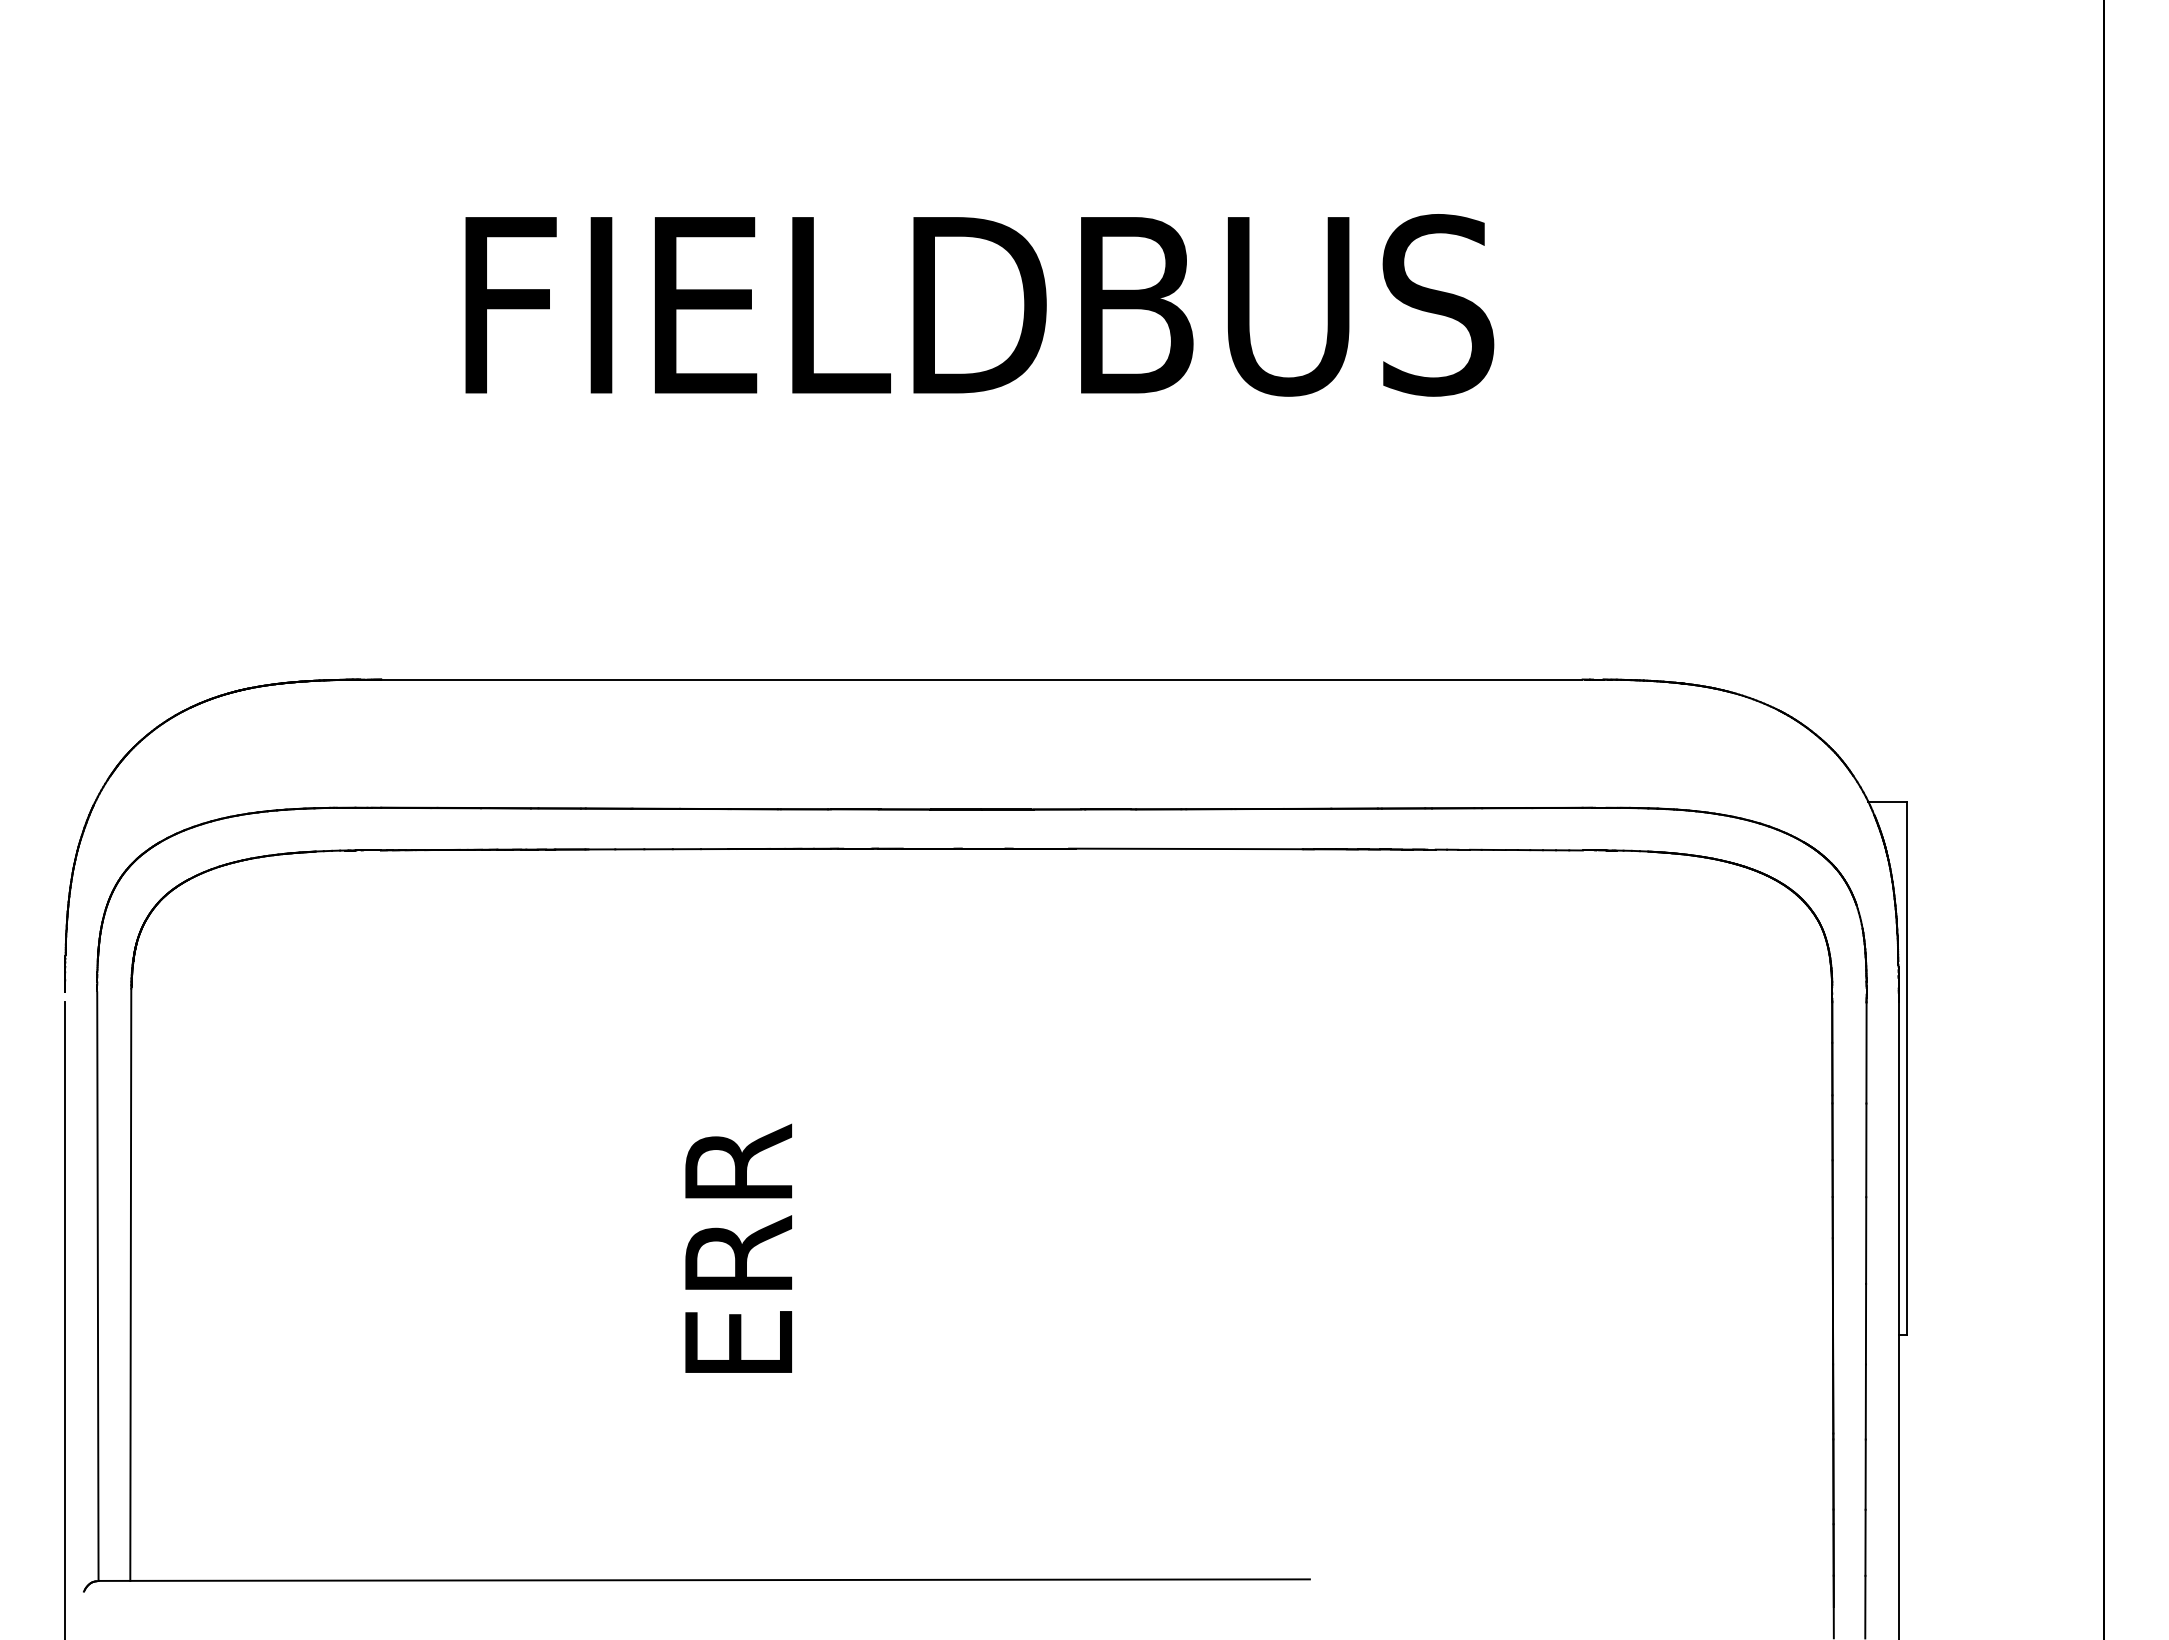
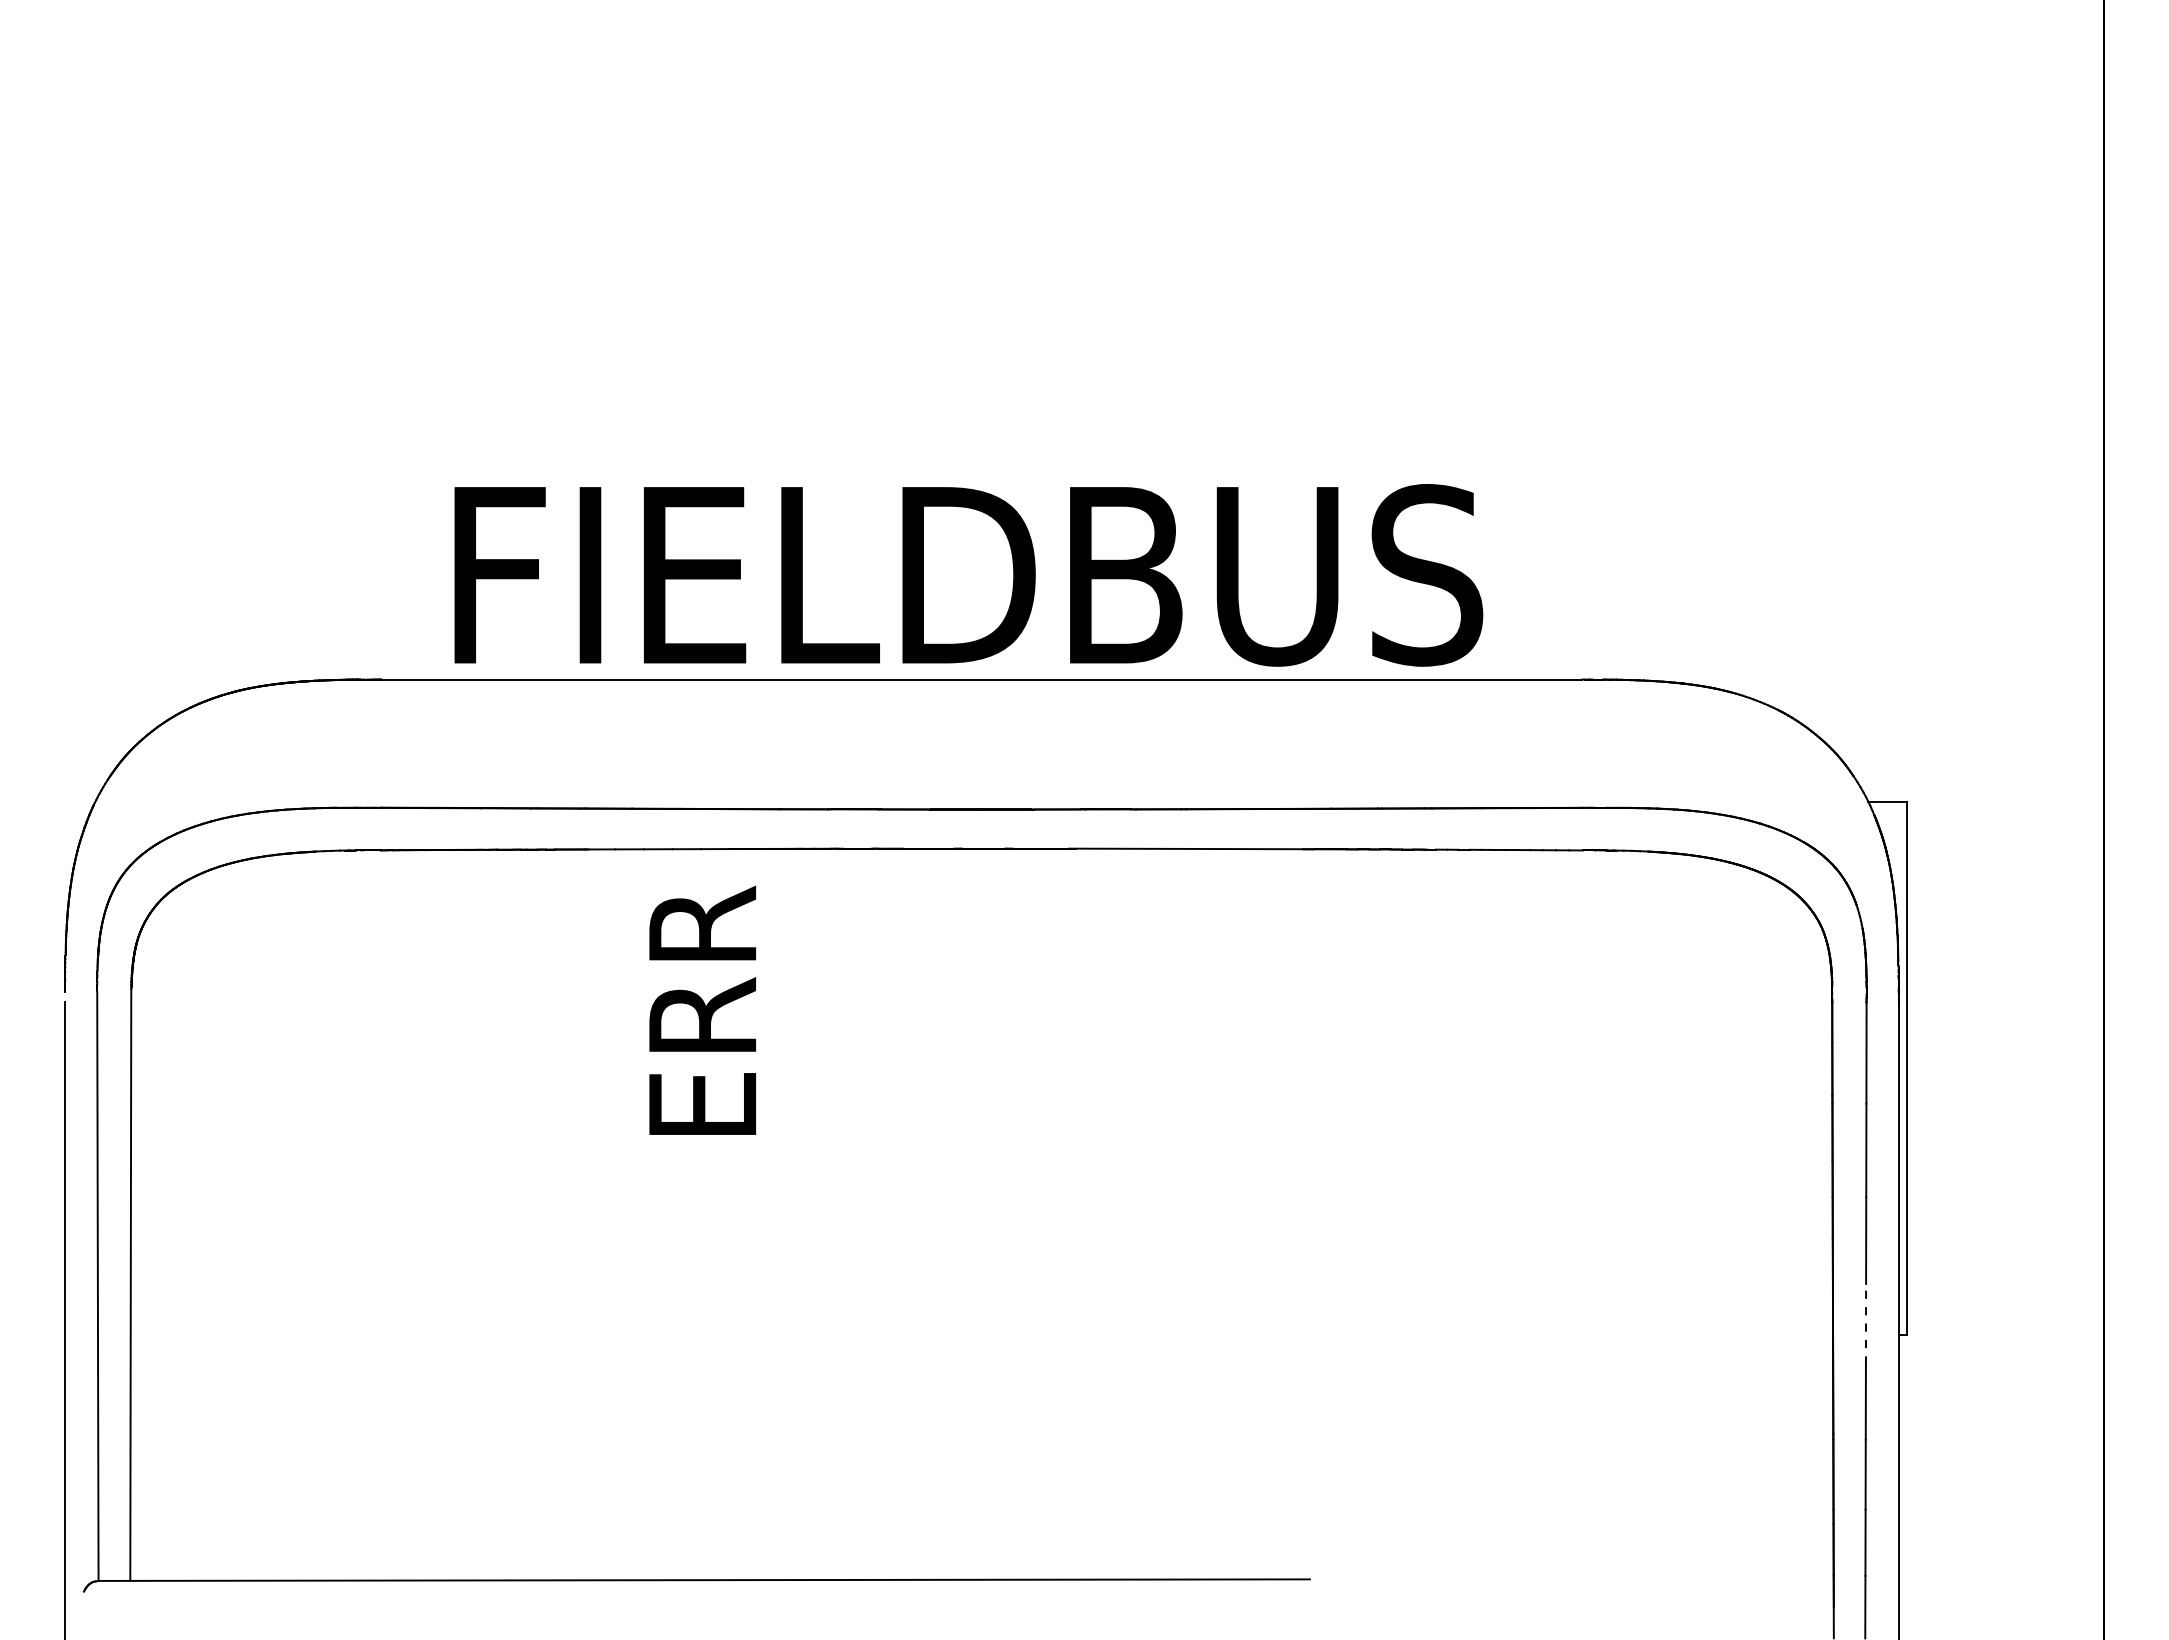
text at (979, 305) position: (979, 305) -> (968, 575)
text at (738, 1247) position: (738, 1247) -> (702, 1009)
line at (1866, 1323): solid -> dashed
